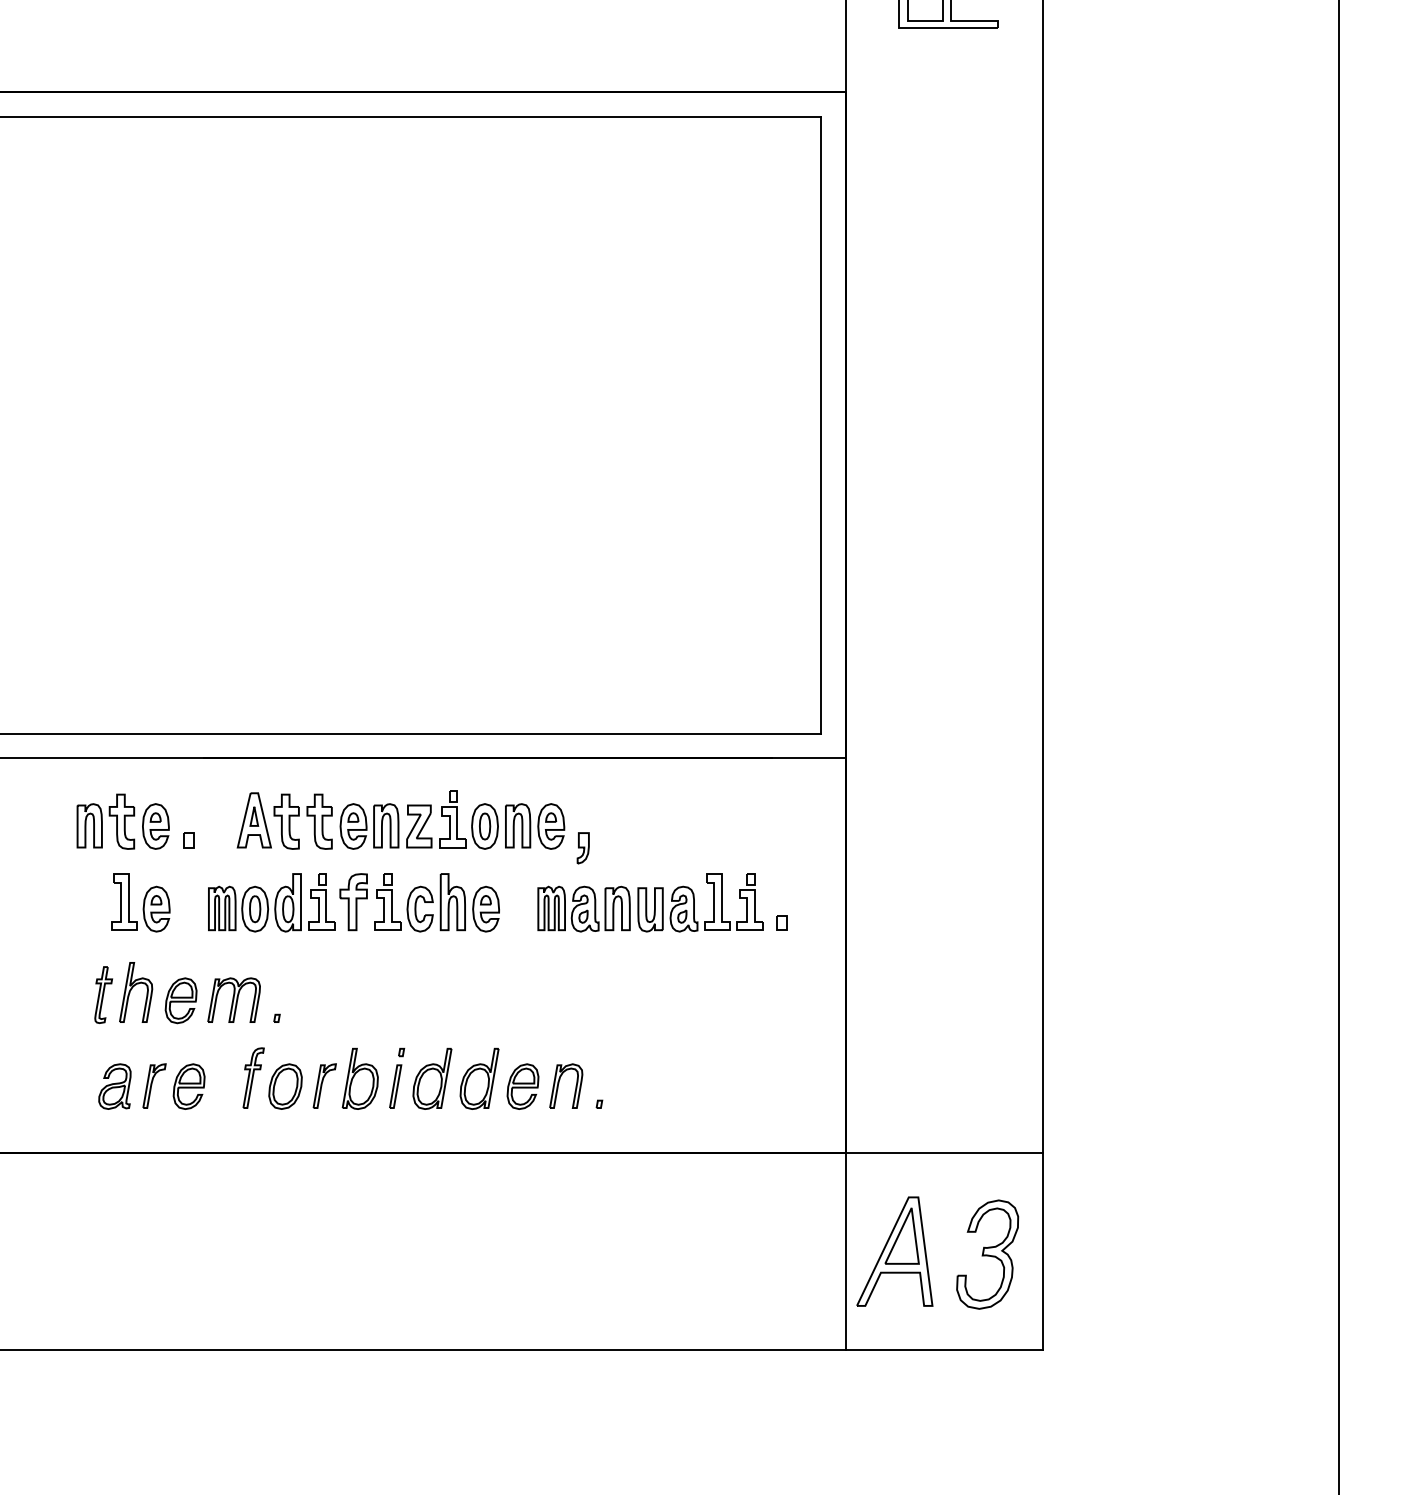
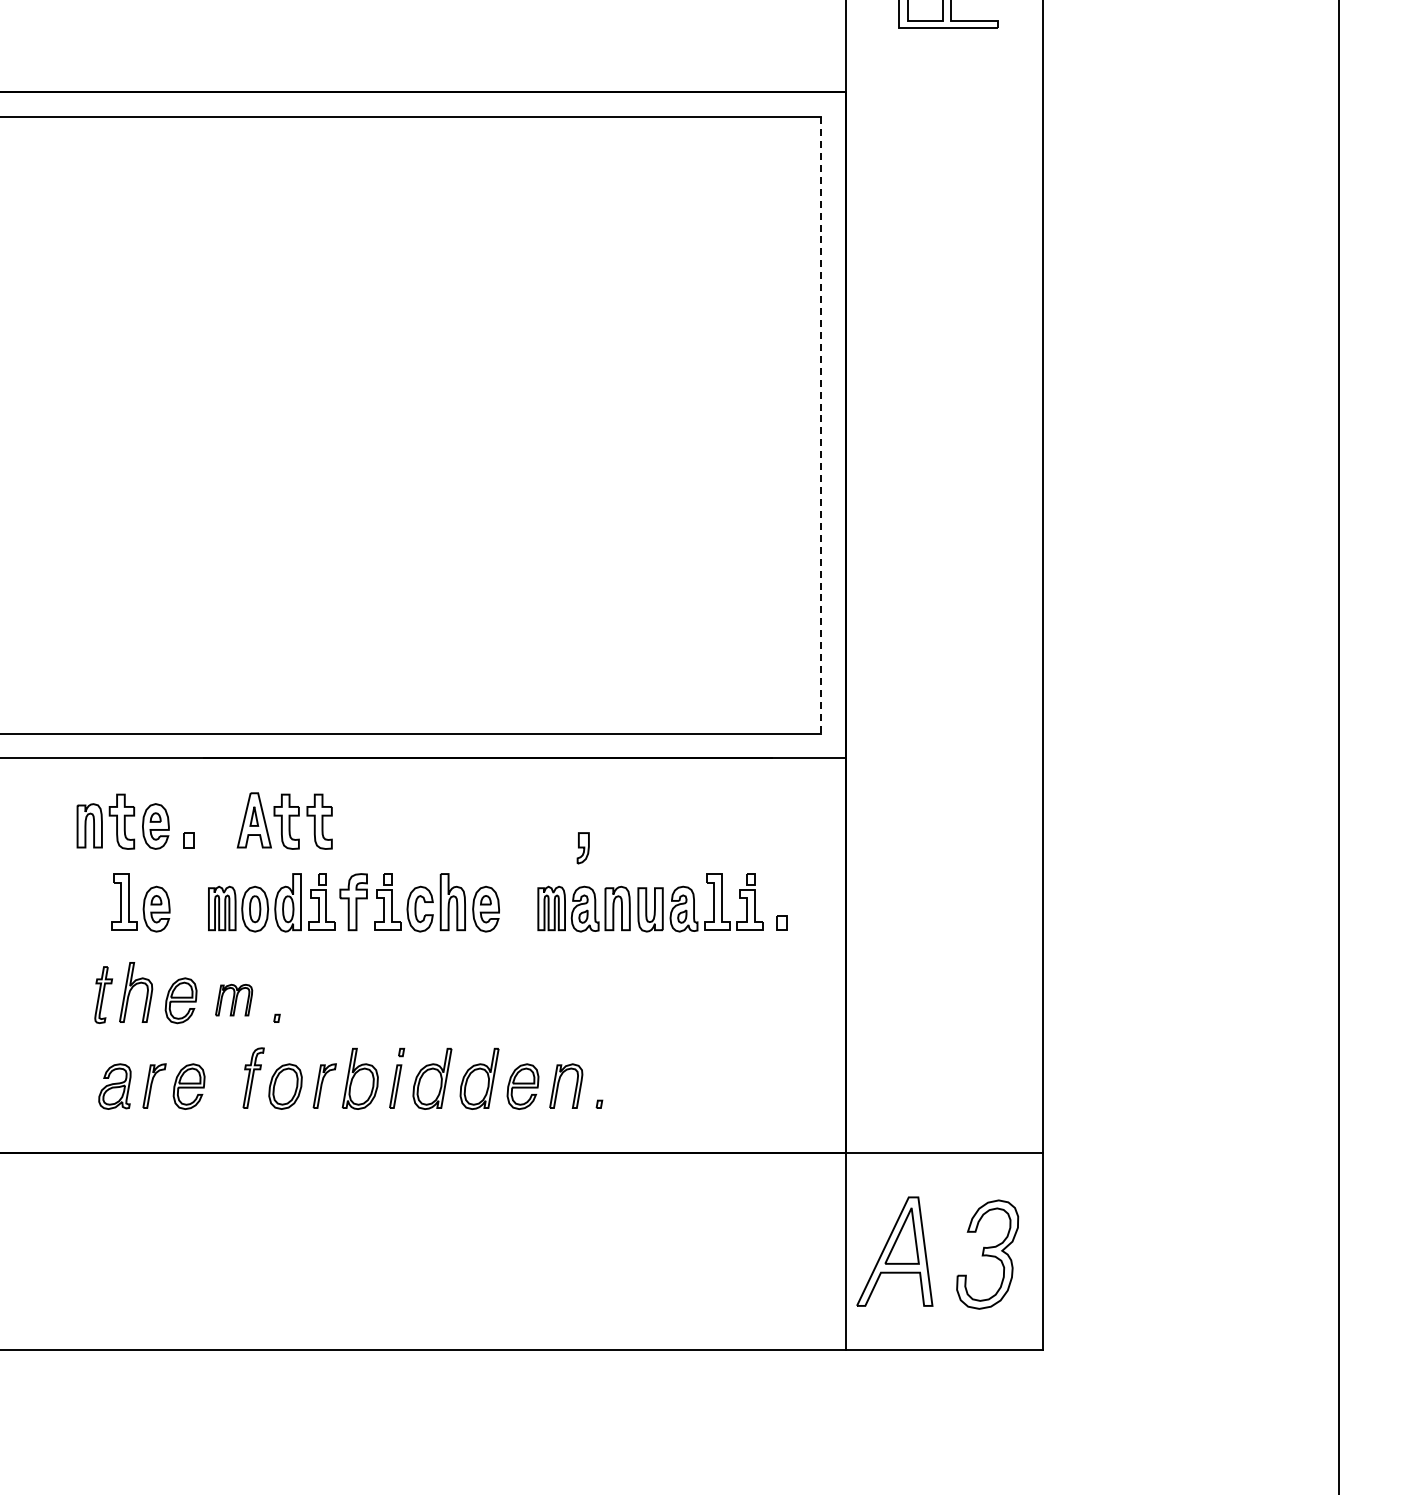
line at (820, 425): solid -> dashed
part at (452, 819): present -> none
part at (233, 999) size: 54x46 px -> 39x34 px
